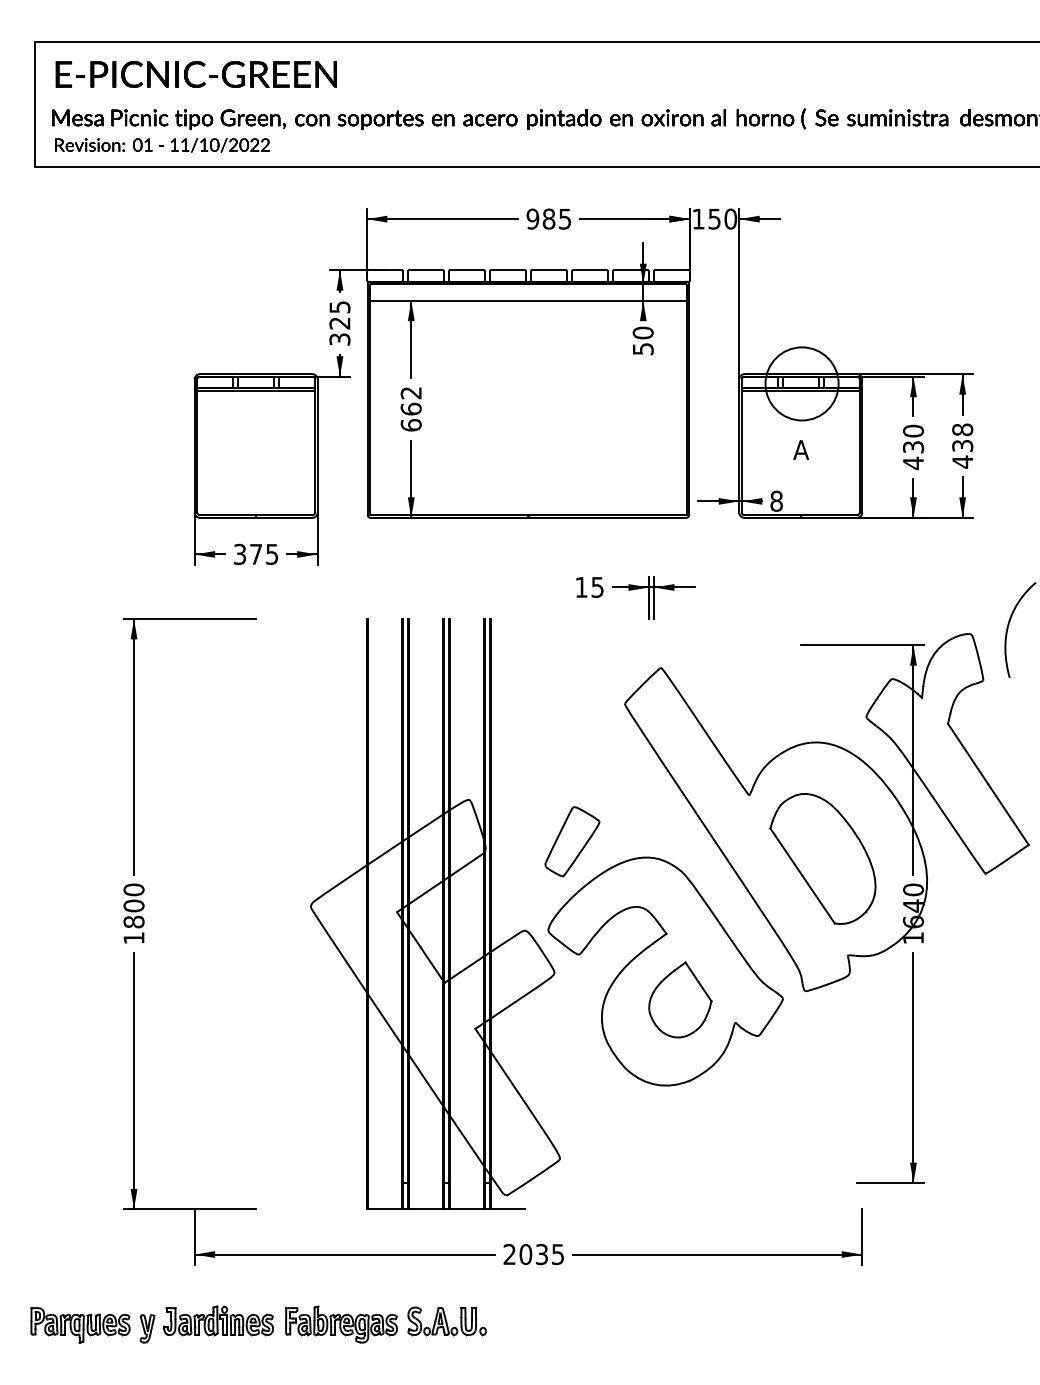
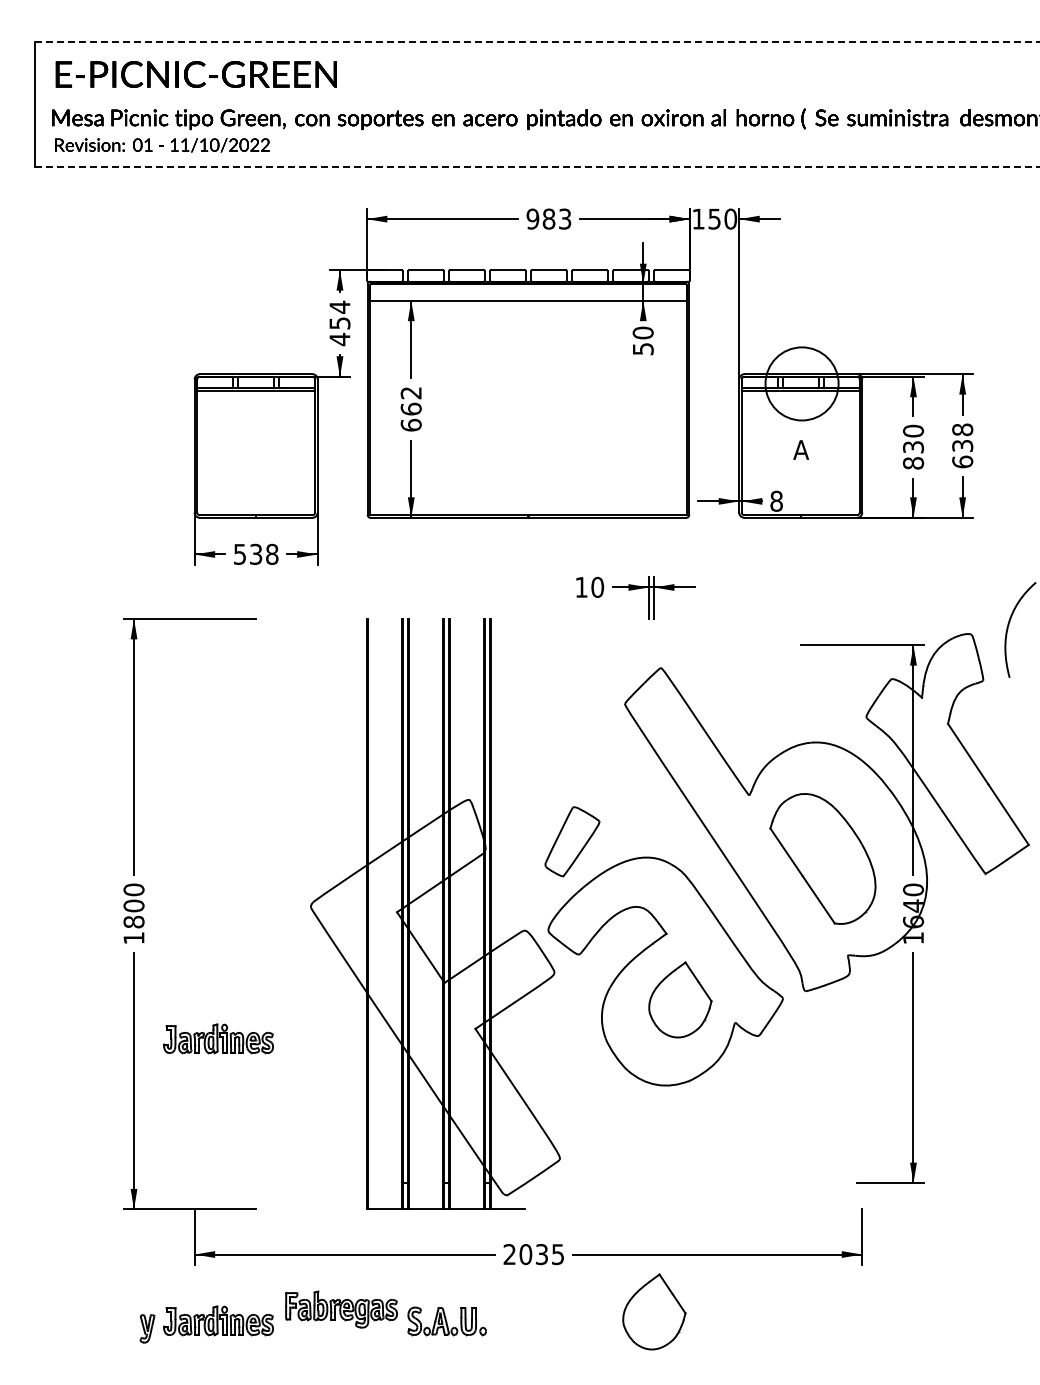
line at (537, 41): solid -> dashed
line at (536, 167): solid -> dashed
text at (565, 218): 985 -> 983
text at (339, 323): 325 -> 454
text at (962, 461): 438 -> 638
text at (913, 463): 430 -> 830
text at (256, 553): 375 -> 538
text at (597, 586): 15 -> 10
part at (218, 1038): none -> present
part at (654, 1311): none -> present
part at (341, 1324) position: (341, 1324) -> (341, 1309)
part at (80, 1325): present -> none
